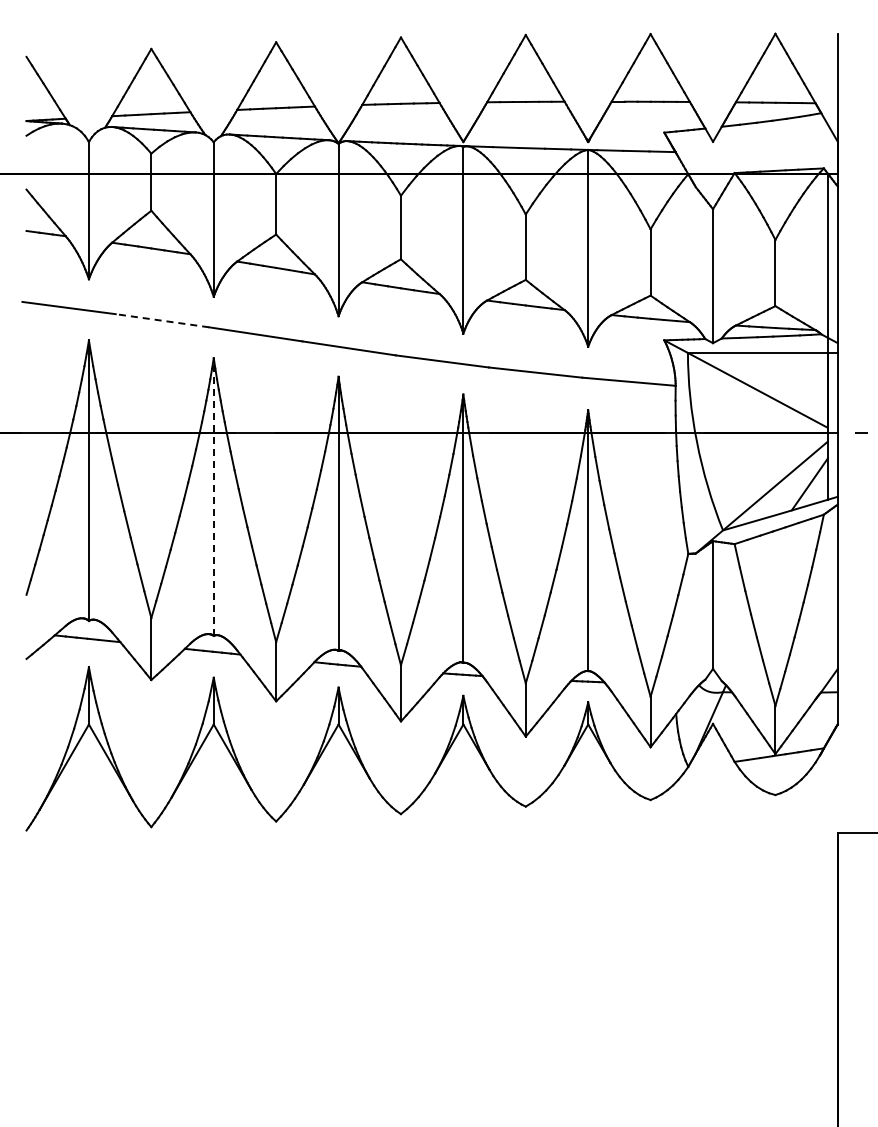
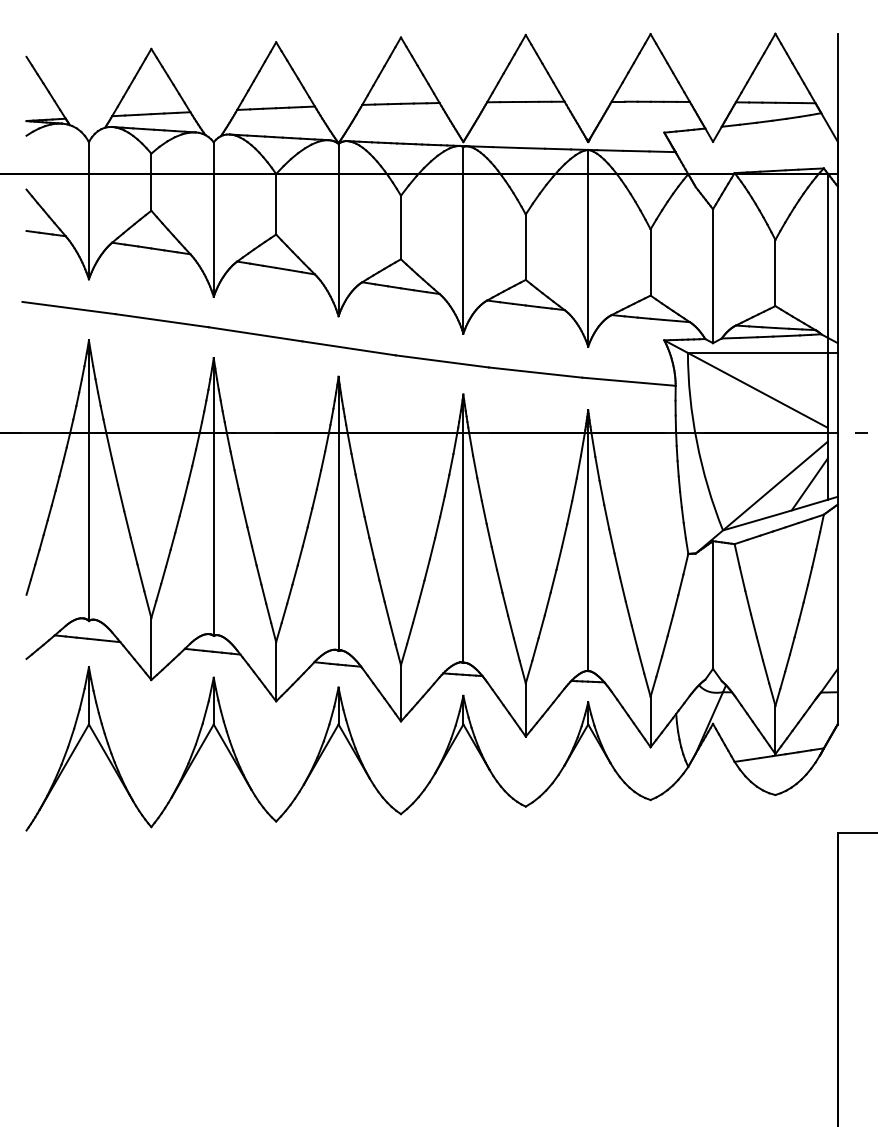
line at (161, 320): dashed -> solid
line at (213, 497): dashed -> solid
